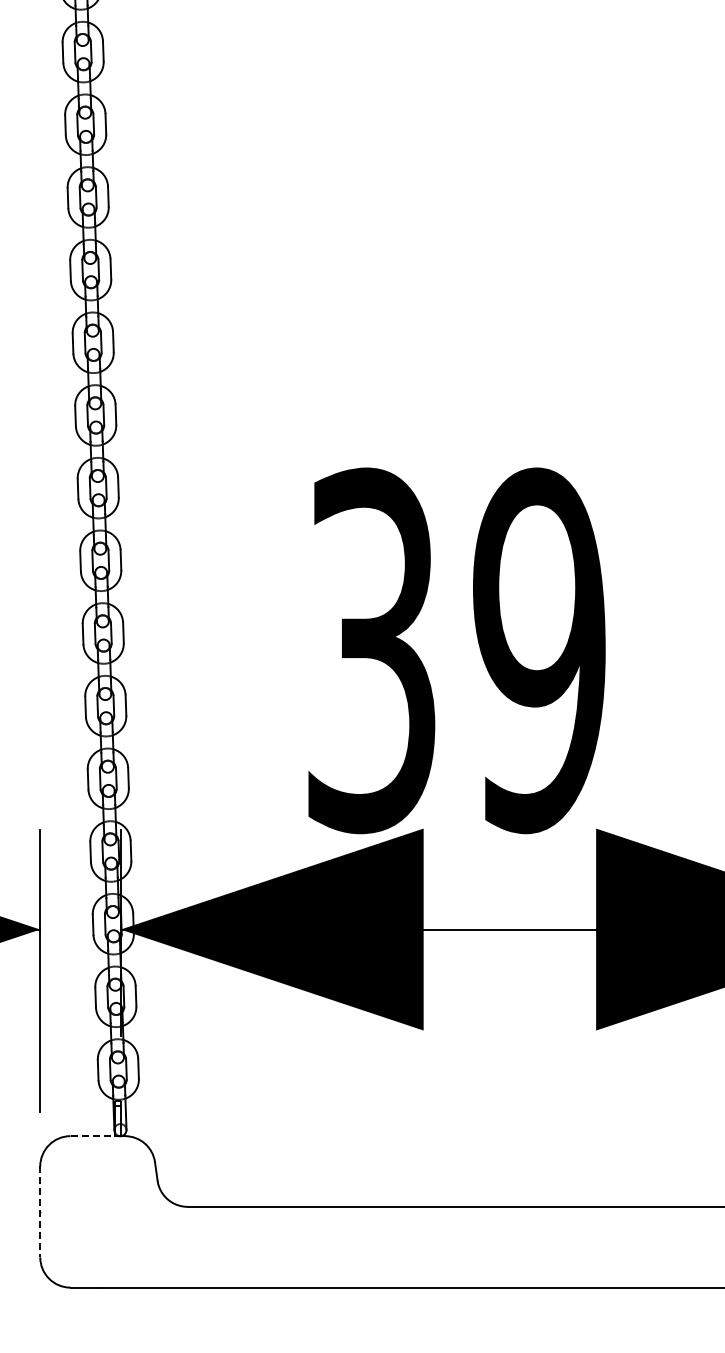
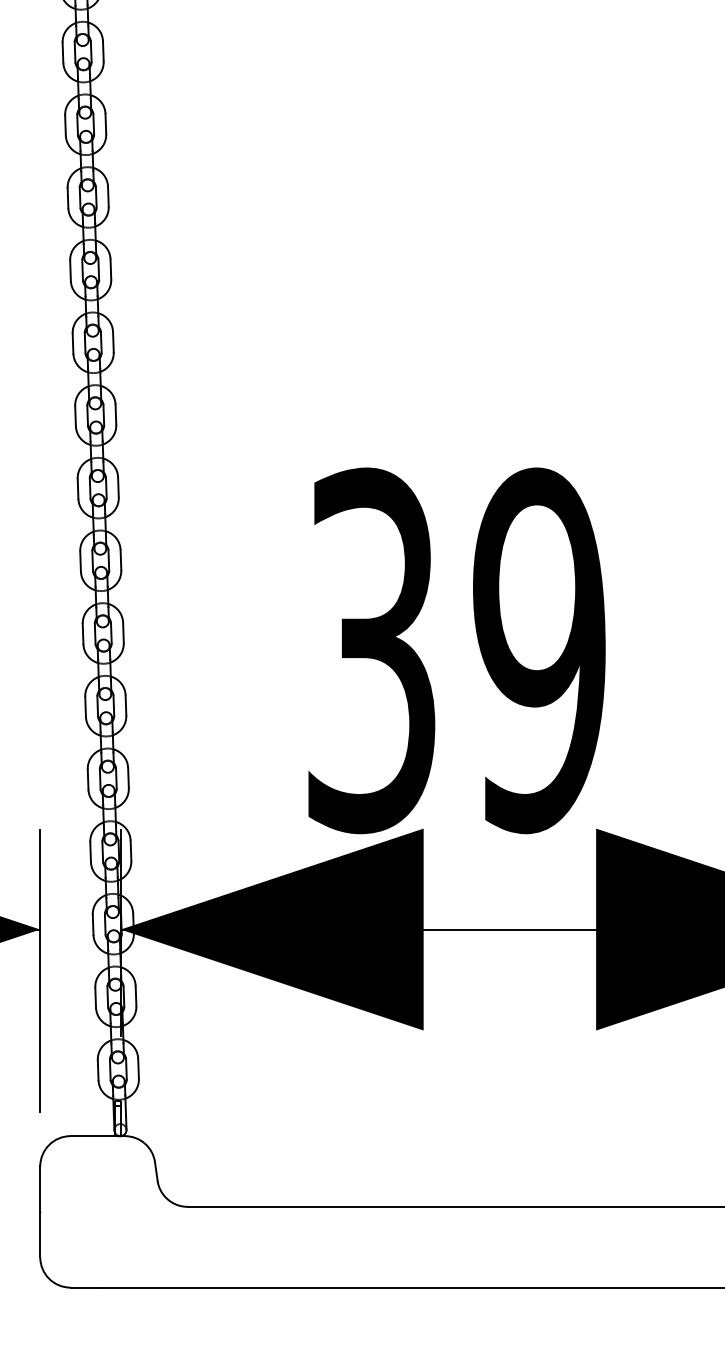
line at (94, 1136): dashed -> solid
line at (40, 1212): dashed -> solid
